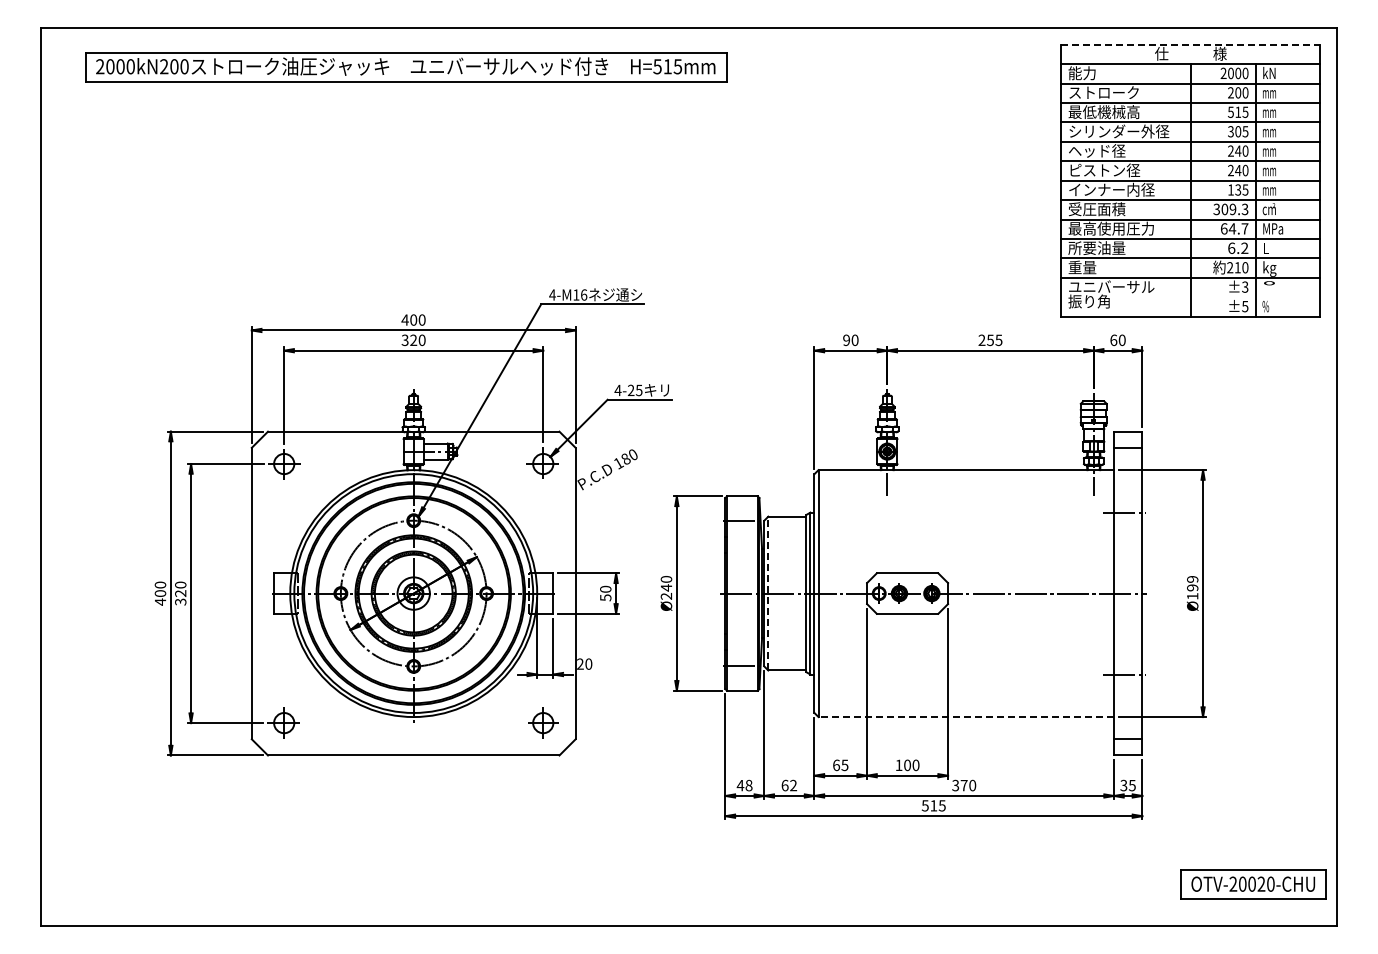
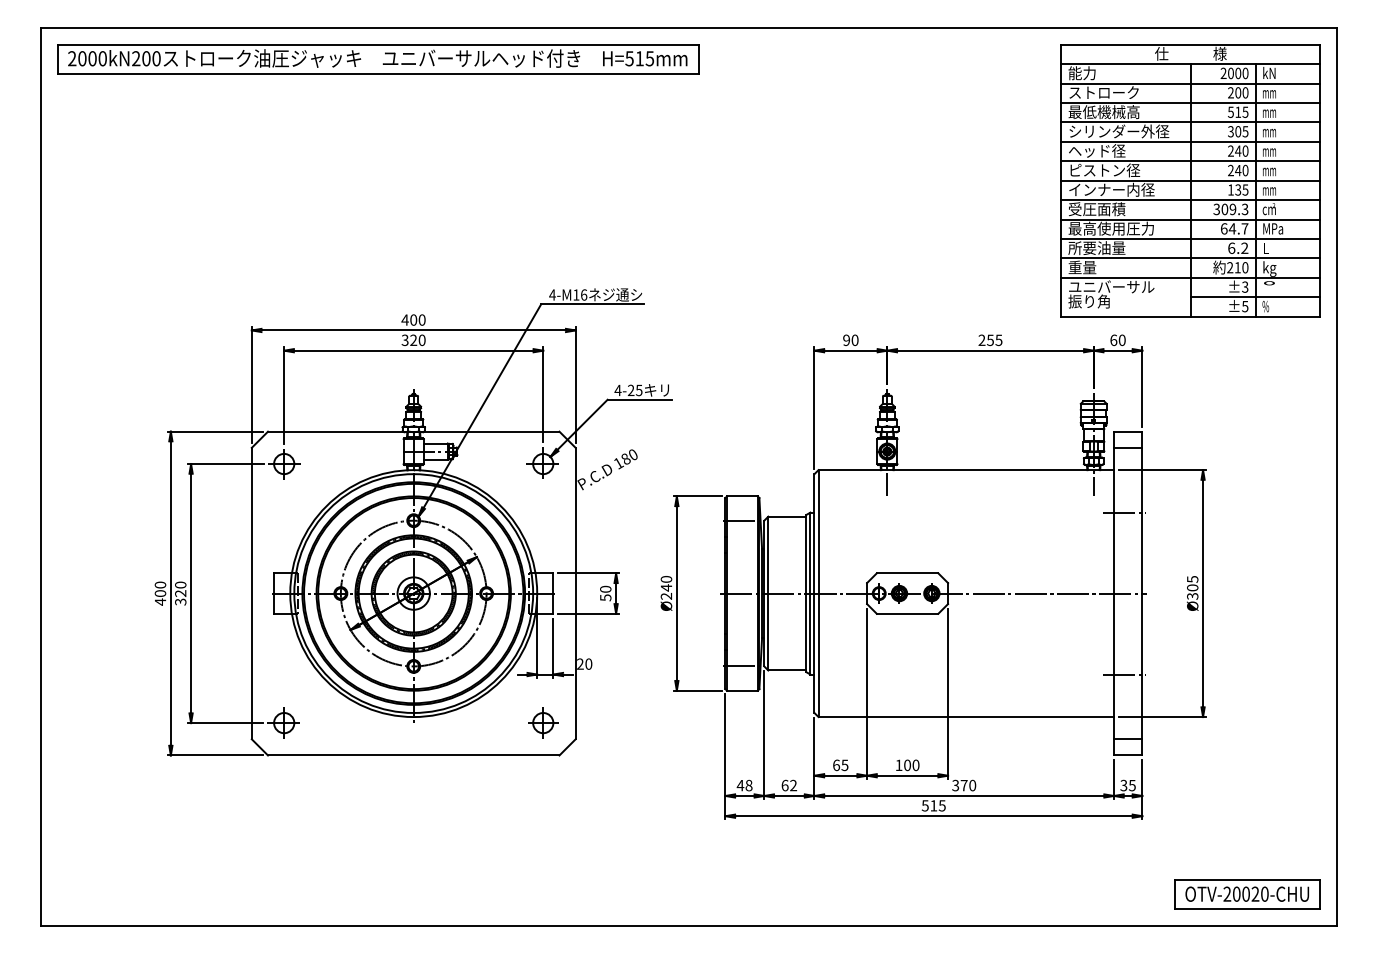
line at (1190, 44): dashed -> solid
part at (406, 67) position: (406, 67) -> (378, 59)
line at (1255, 297): none -> present
text at (1192, 587): Ø199 -> Ø305
line at (768, 593): dashed -> solid
line at (966, 717): dashed -> solid
part at (1253, 884) position: (1253, 884) -> (1247, 894)
